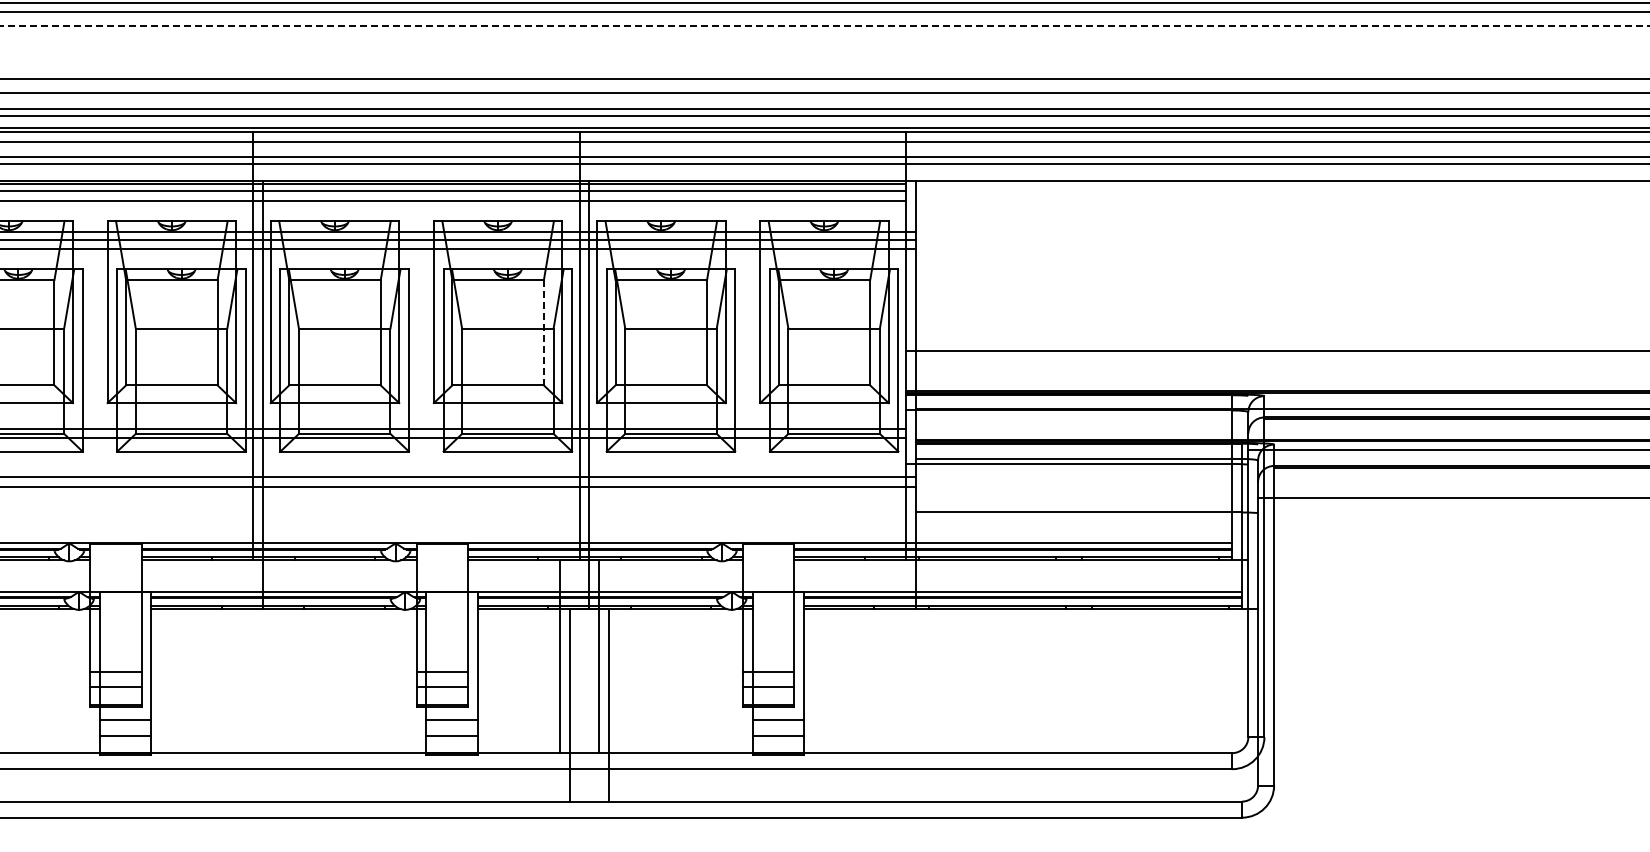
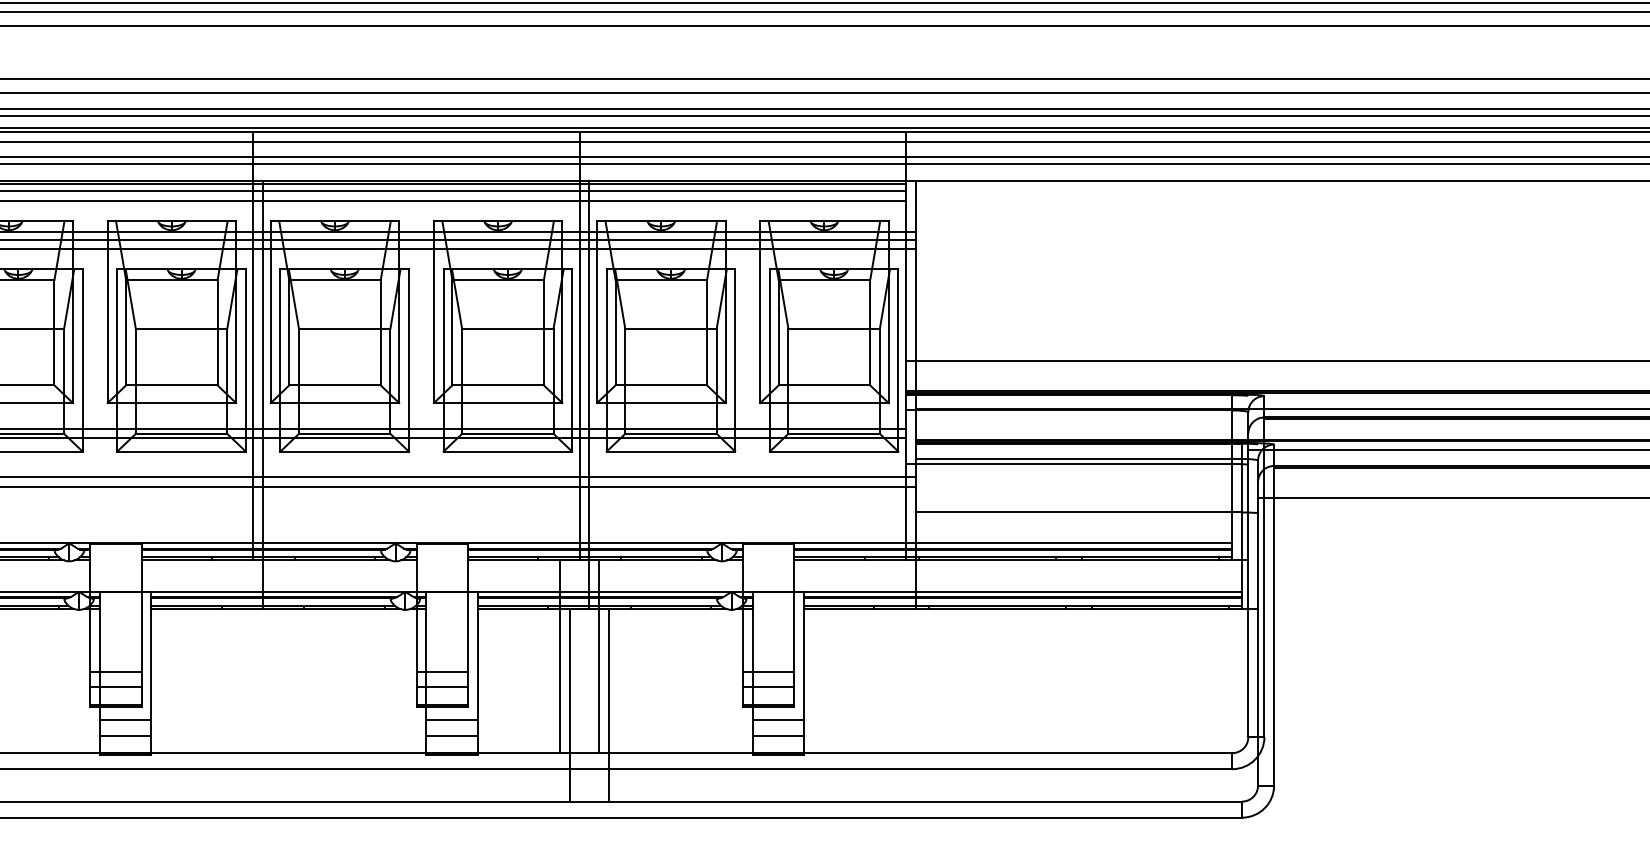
line at (824, 26): dashed -> solid
line at (543, 332): dashed -> solid
line at (1276, 350) position: (1276, 350) -> (1276, 360)
